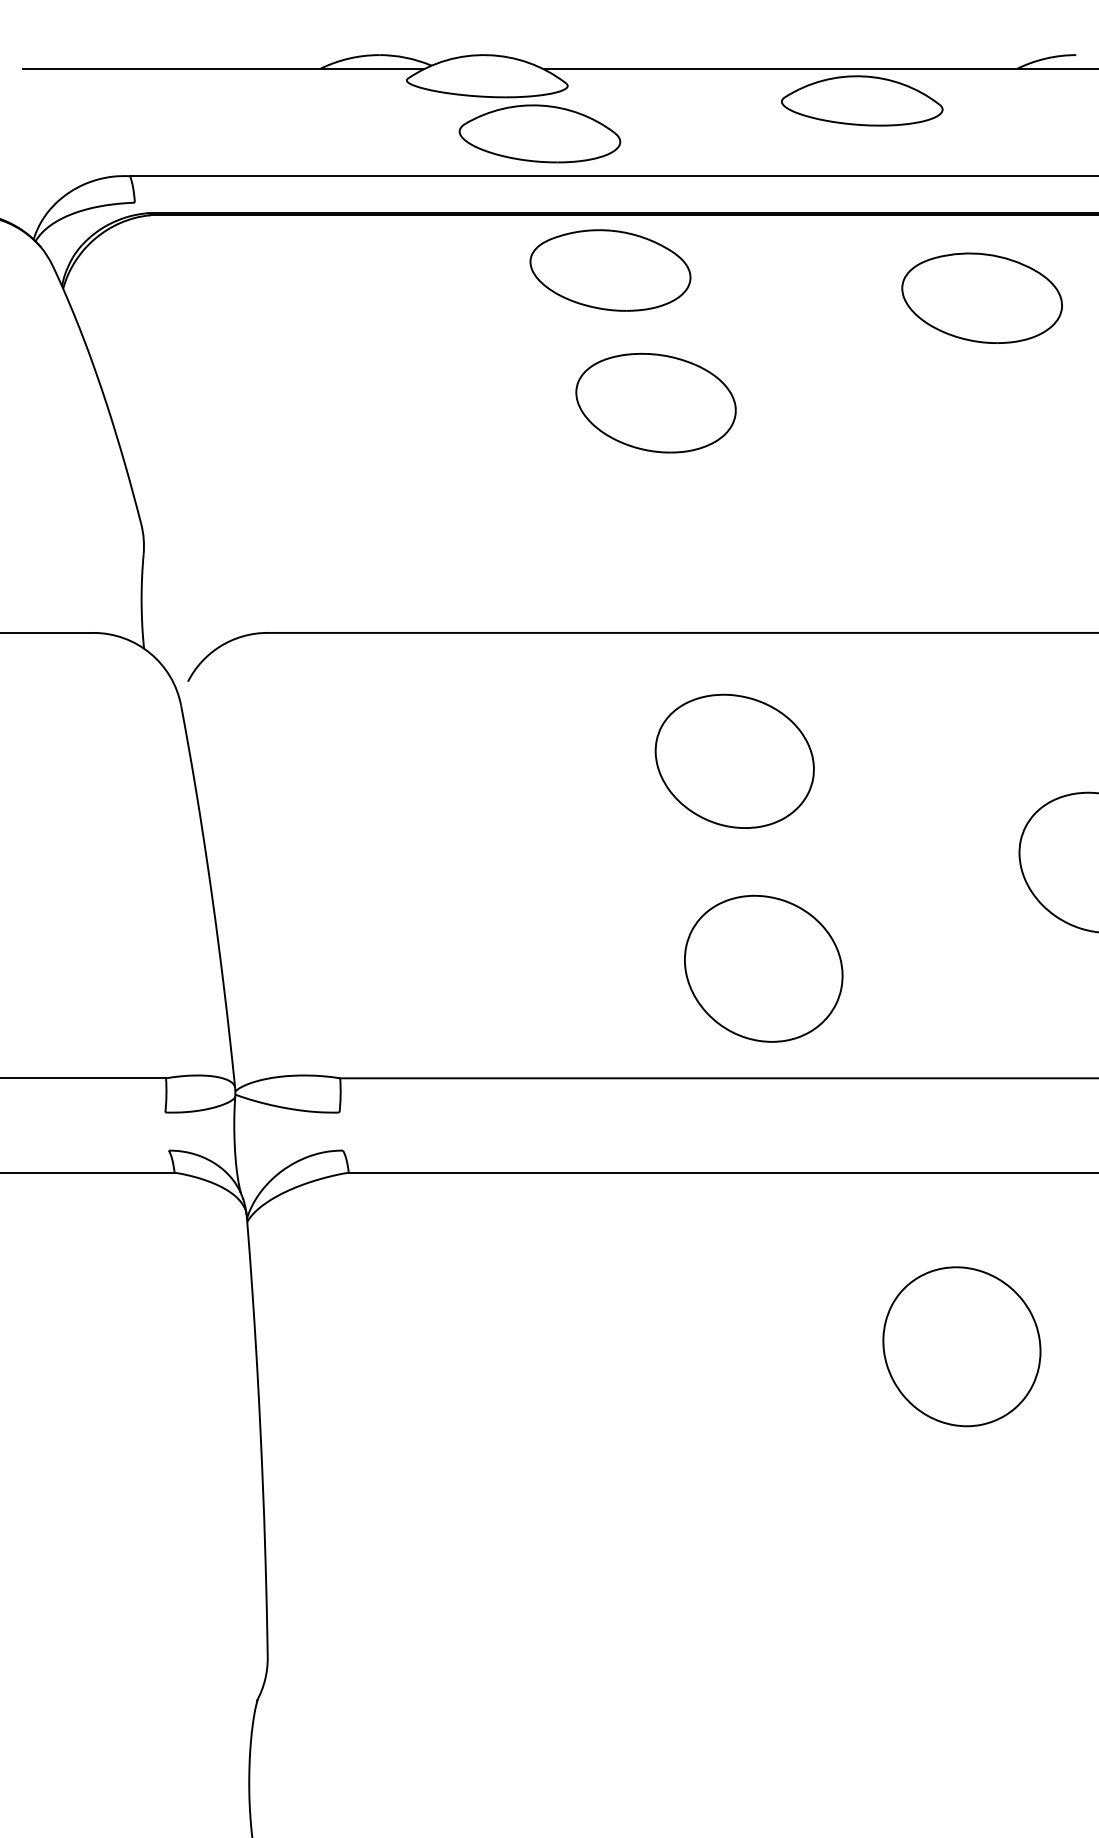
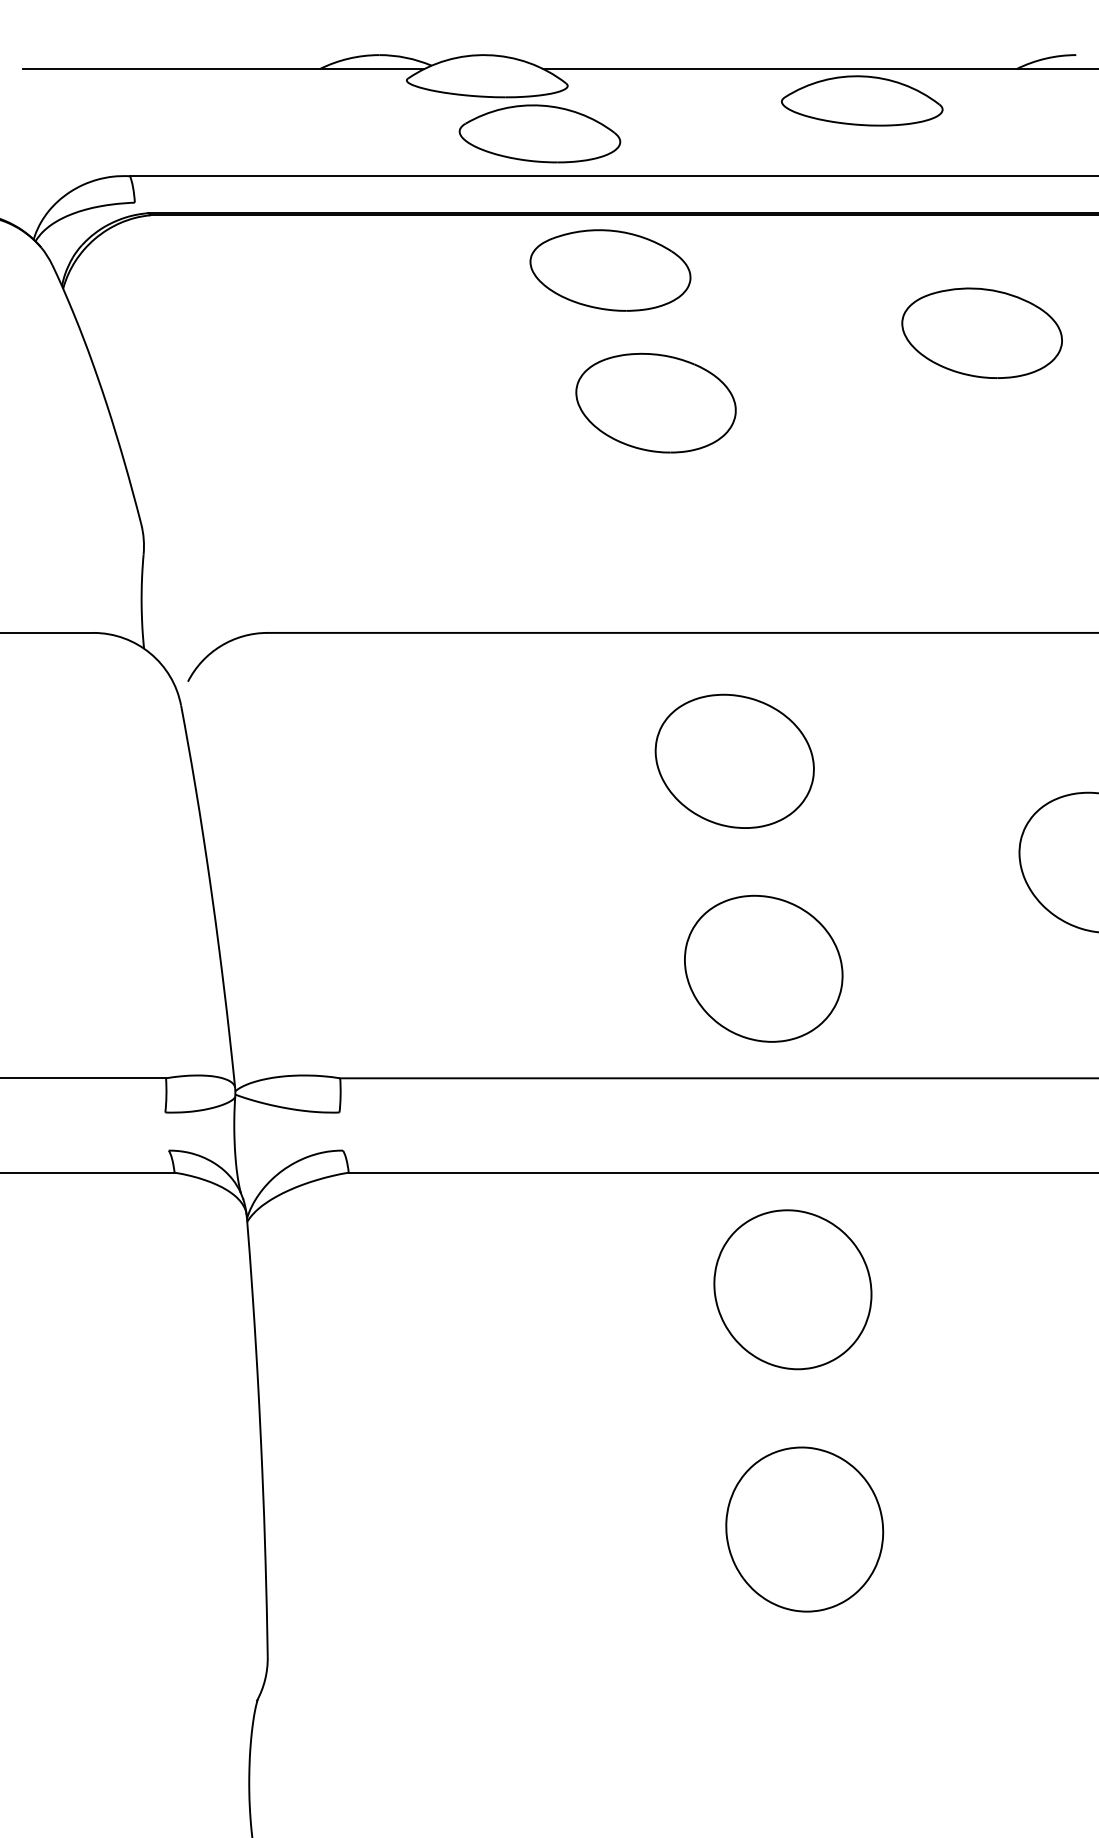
part at (981, 297) position: (981, 297) -> (981, 332)
part at (961, 1346) position: (961, 1346) -> (792, 1289)
part at (804, 1529): none -> present
